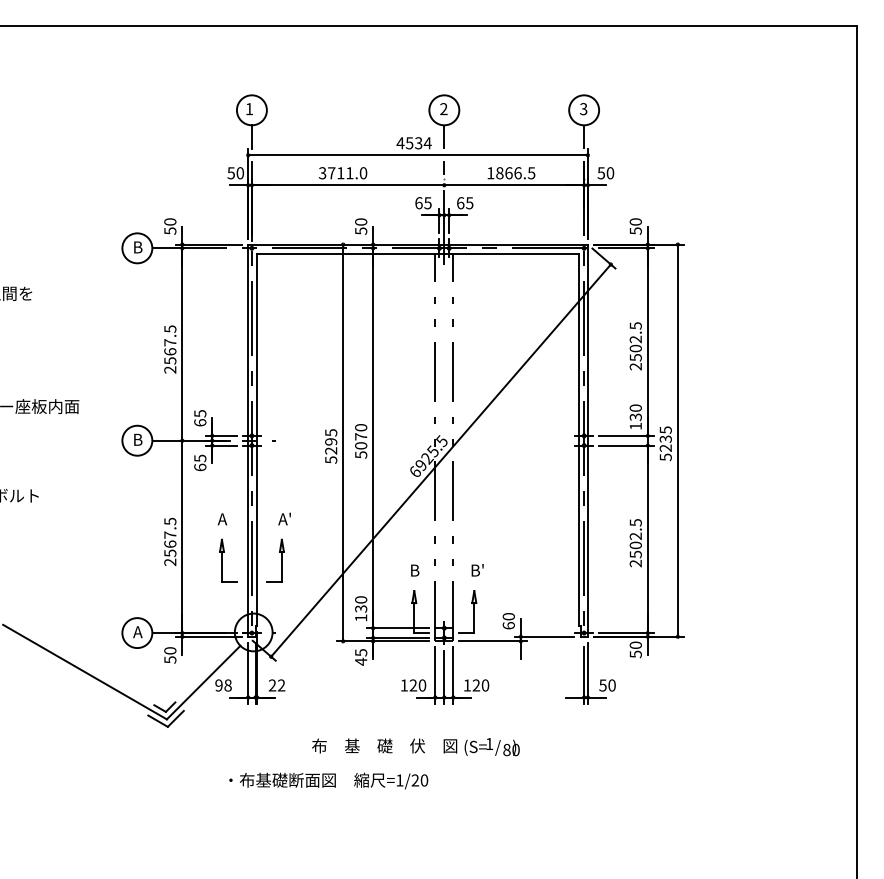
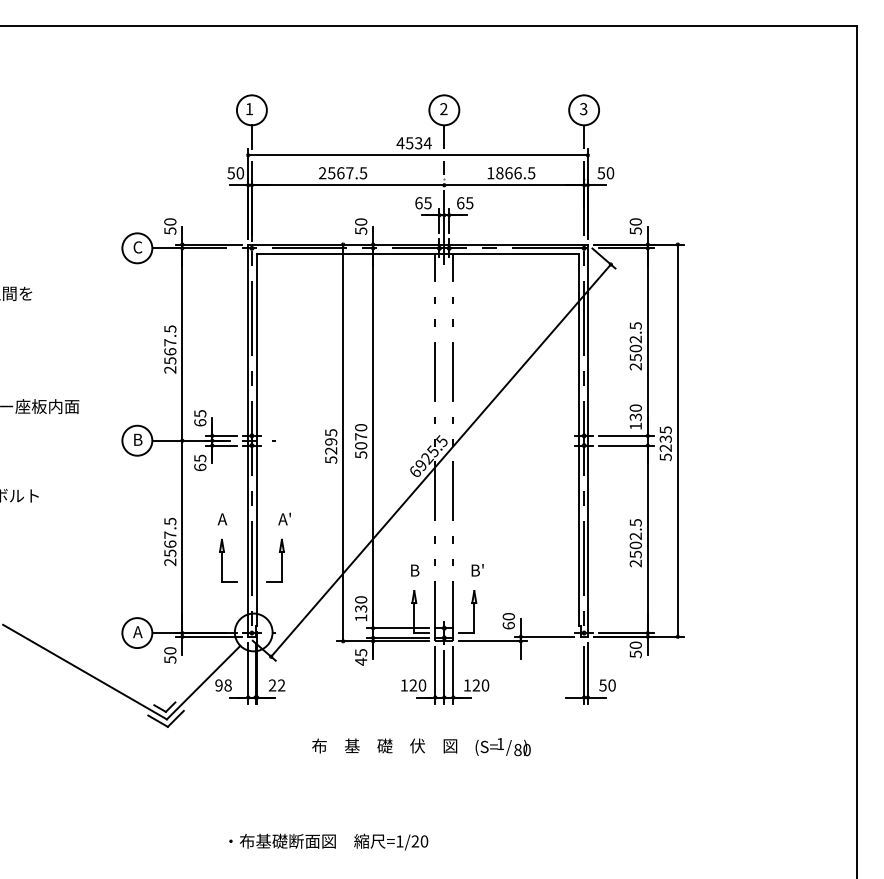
text at (342, 173): 3711.0 -> 2567.5
text at (137, 247): B -> C
text at (491, 747) position: (491, 747) -> (502, 747)
text at (328, 780) position: (328, 780) -> (328, 841)
